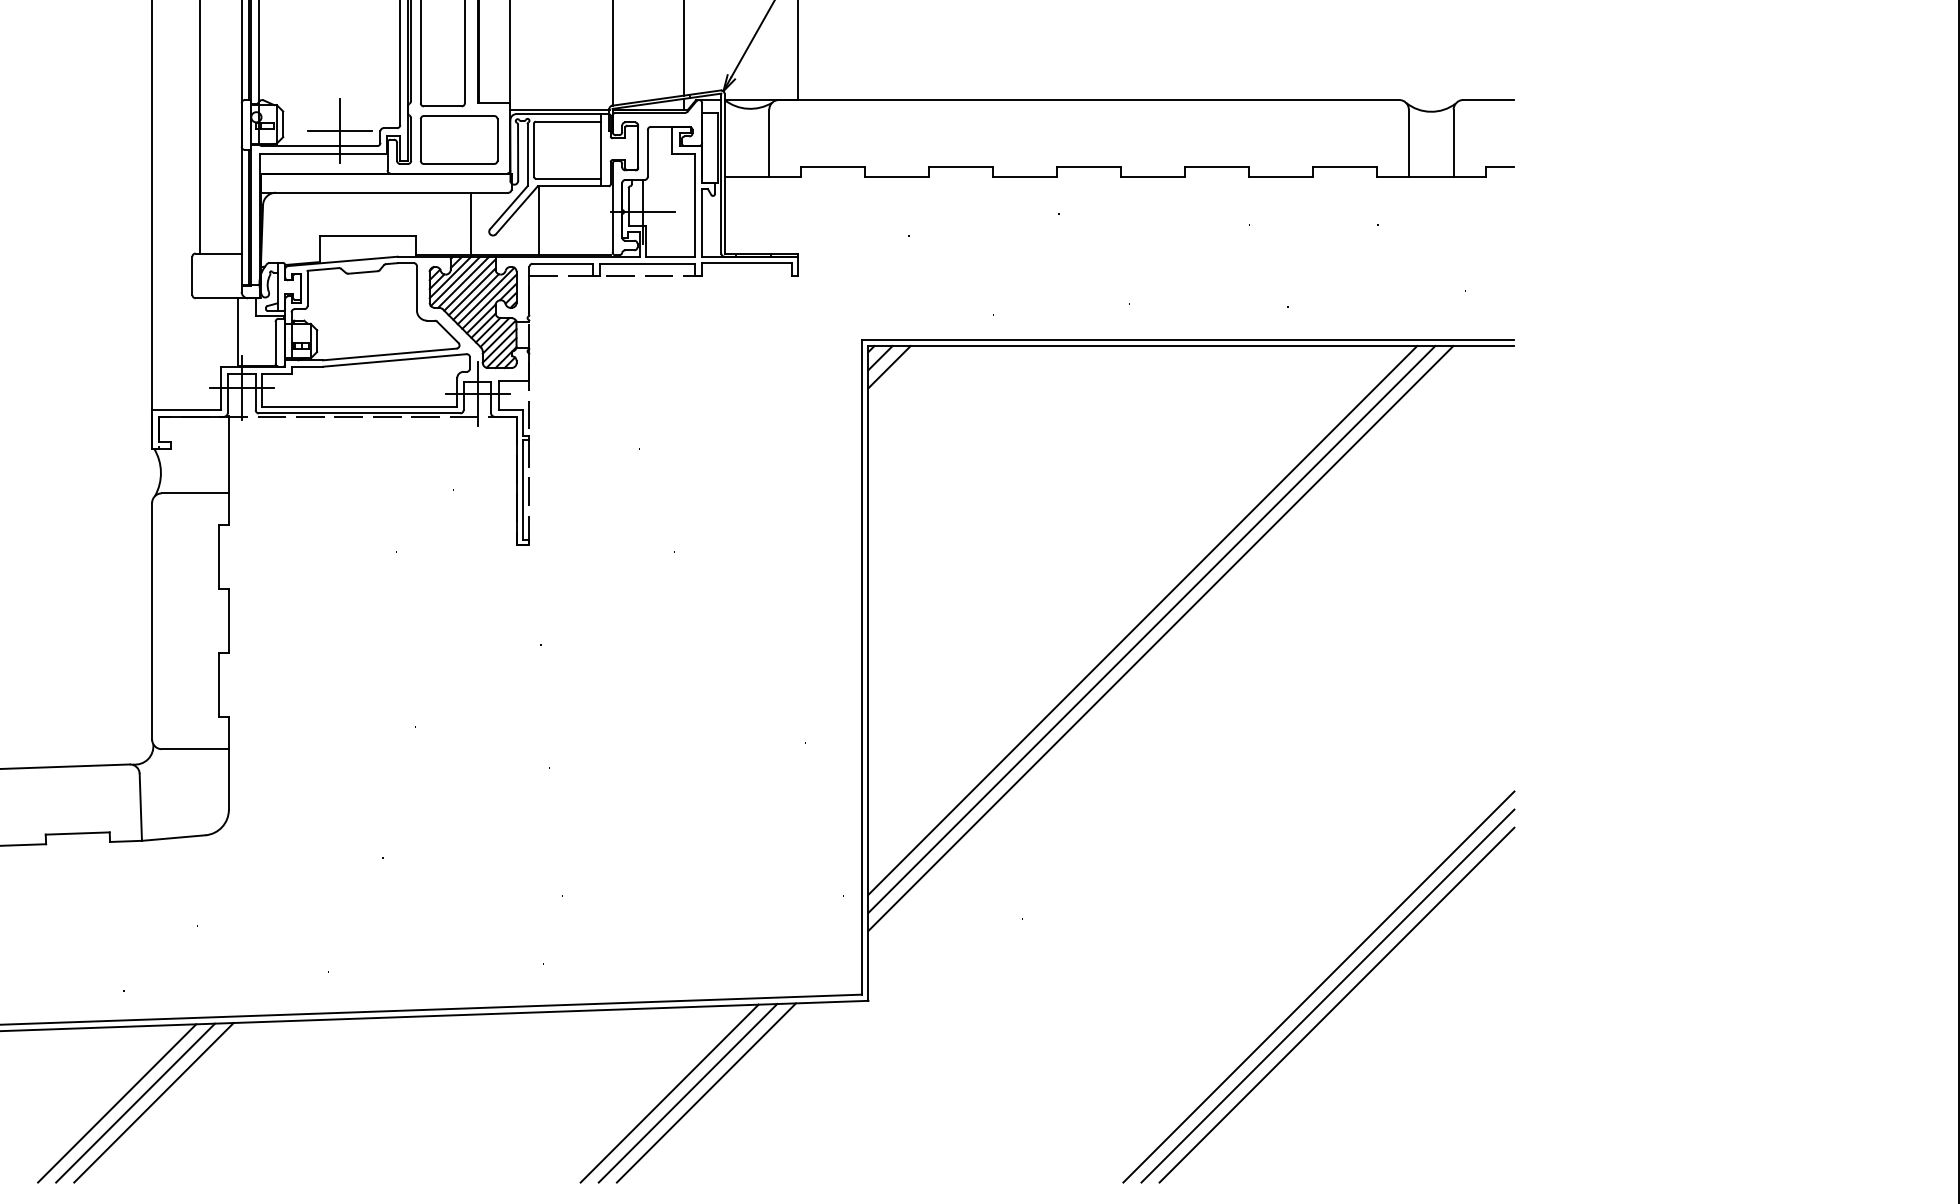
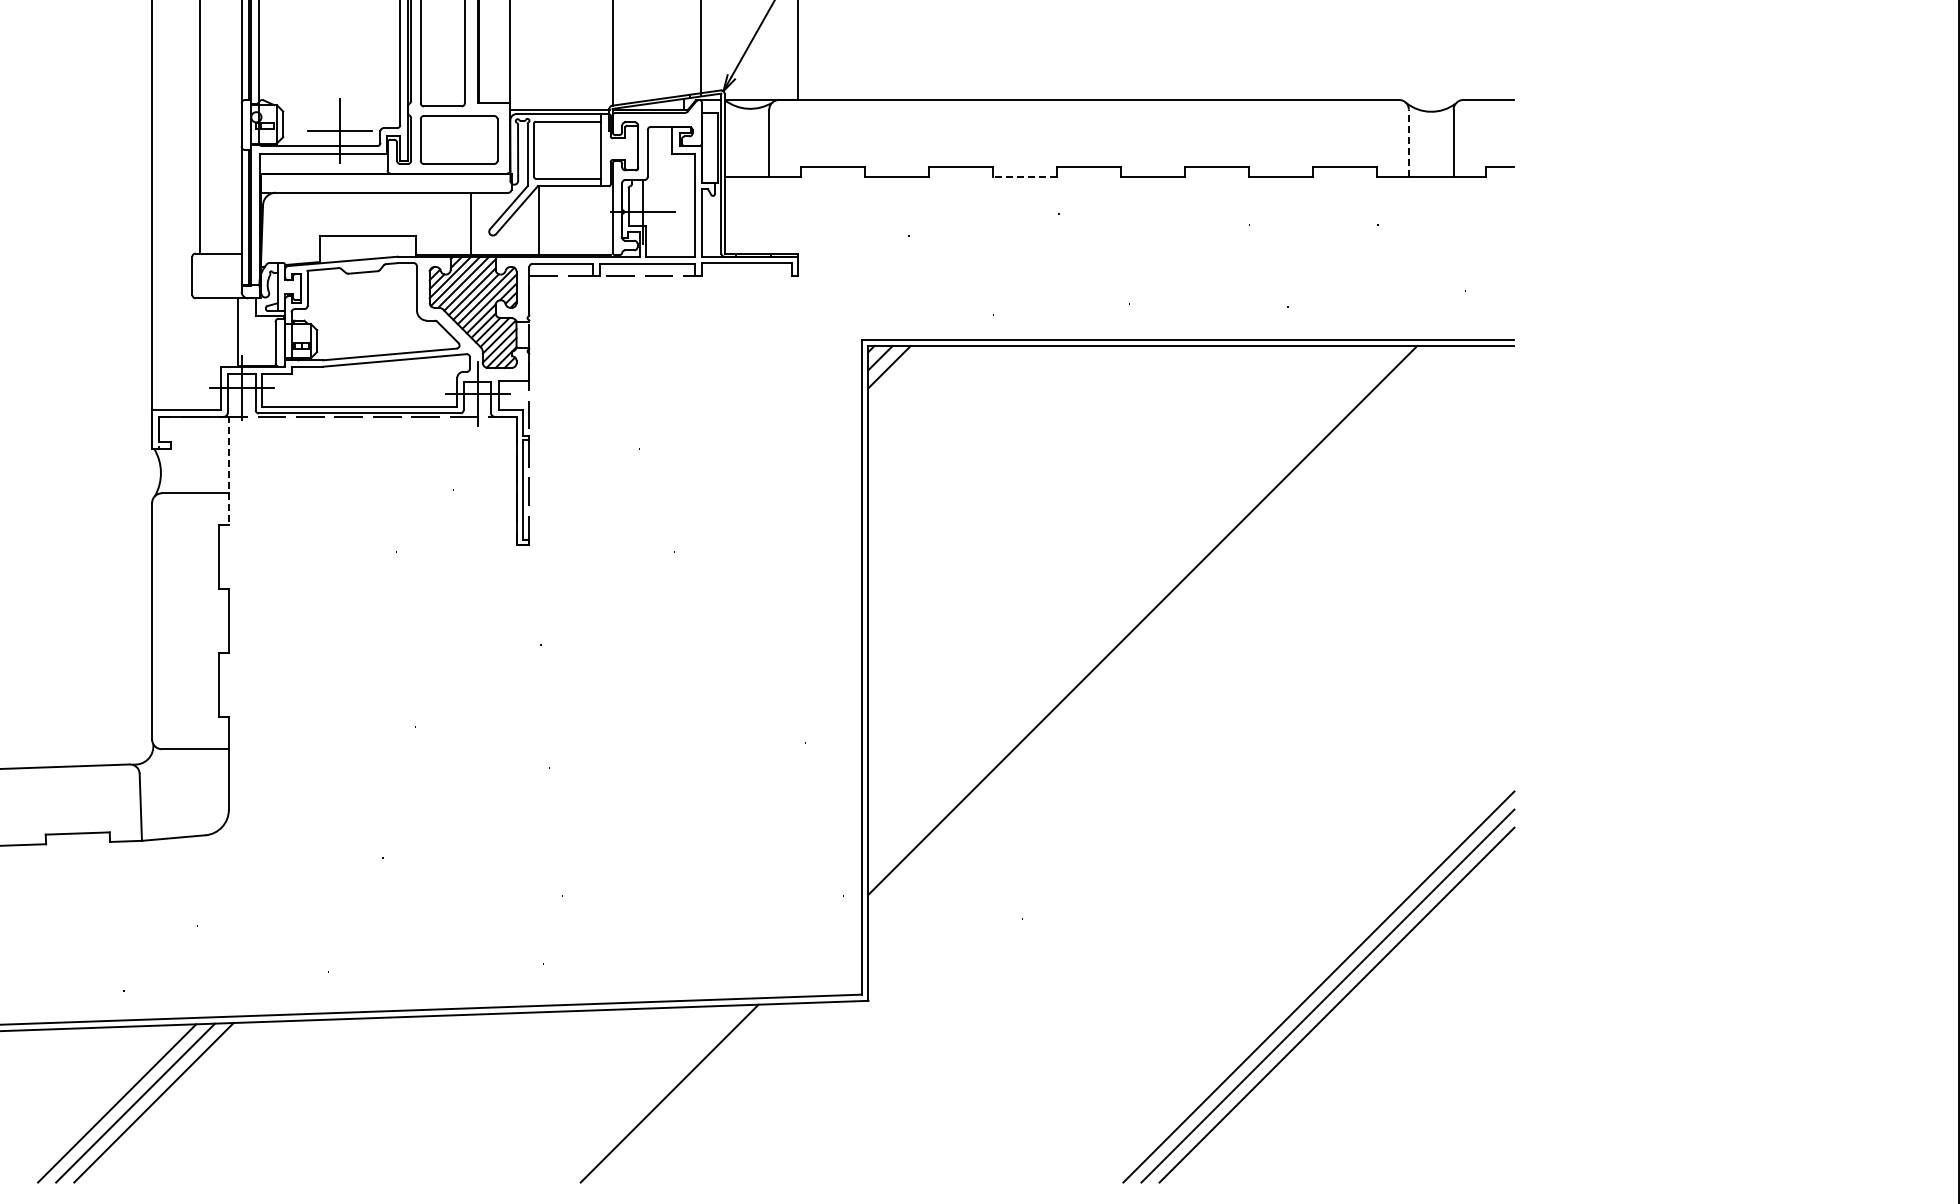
line at (683, 48) position: (683, 48) -> (700, 48)
line at (1408, 143): solid -> dashed
line at (1025, 176): solid -> dashed
line at (228, 470): solid -> dashed
line at (1151, 629): present -> none
line at (1160, 638): present -> none
line at (687, 1092): present -> none
line at (706, 1092): present -> none
